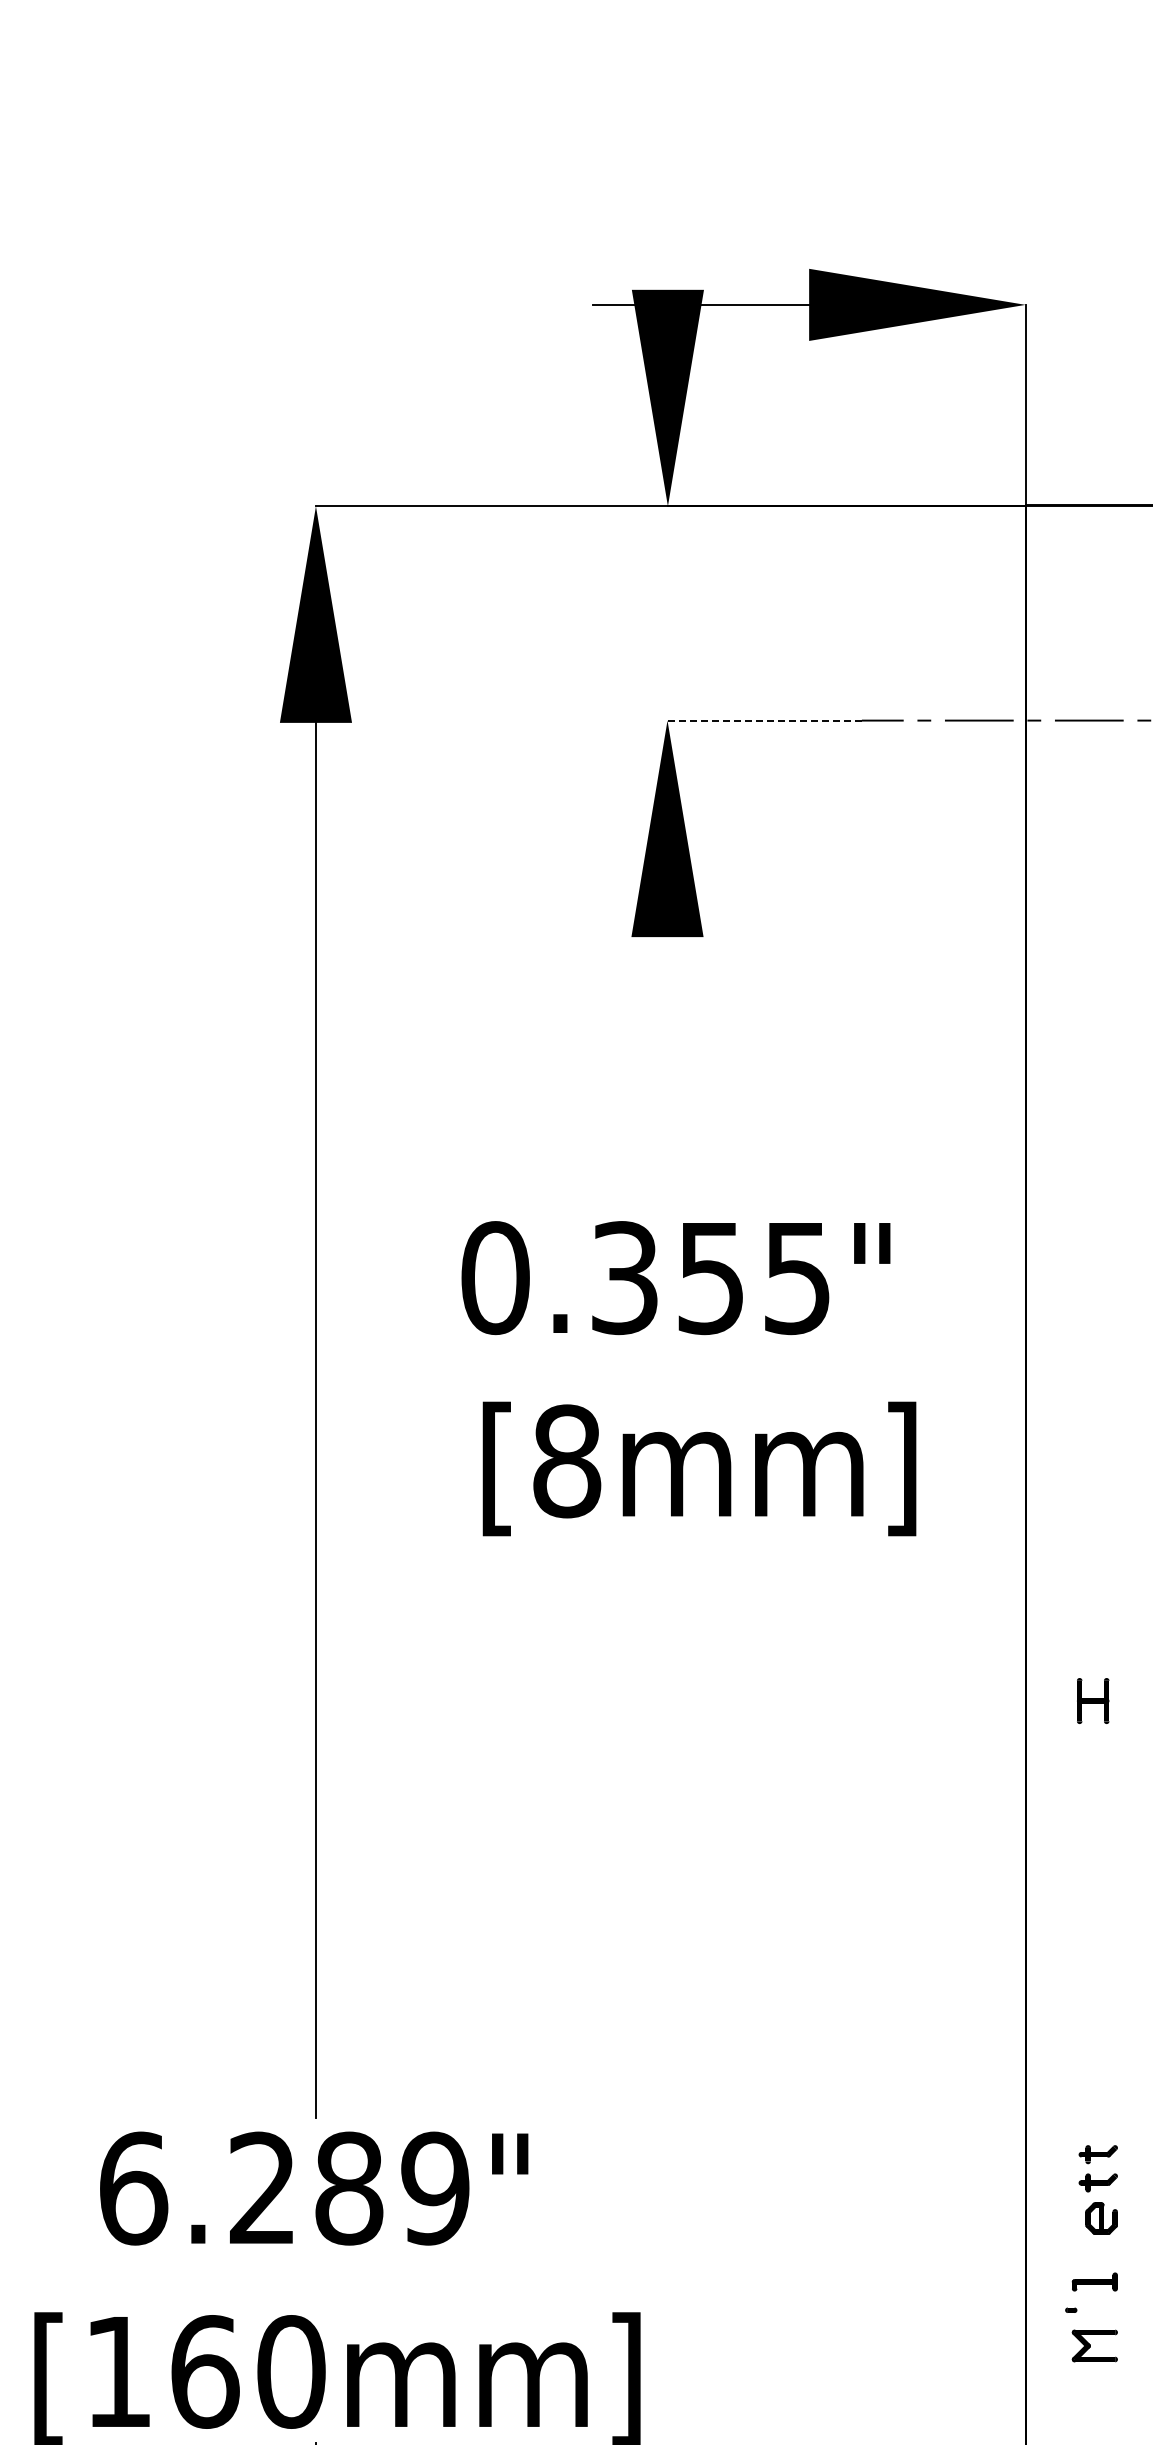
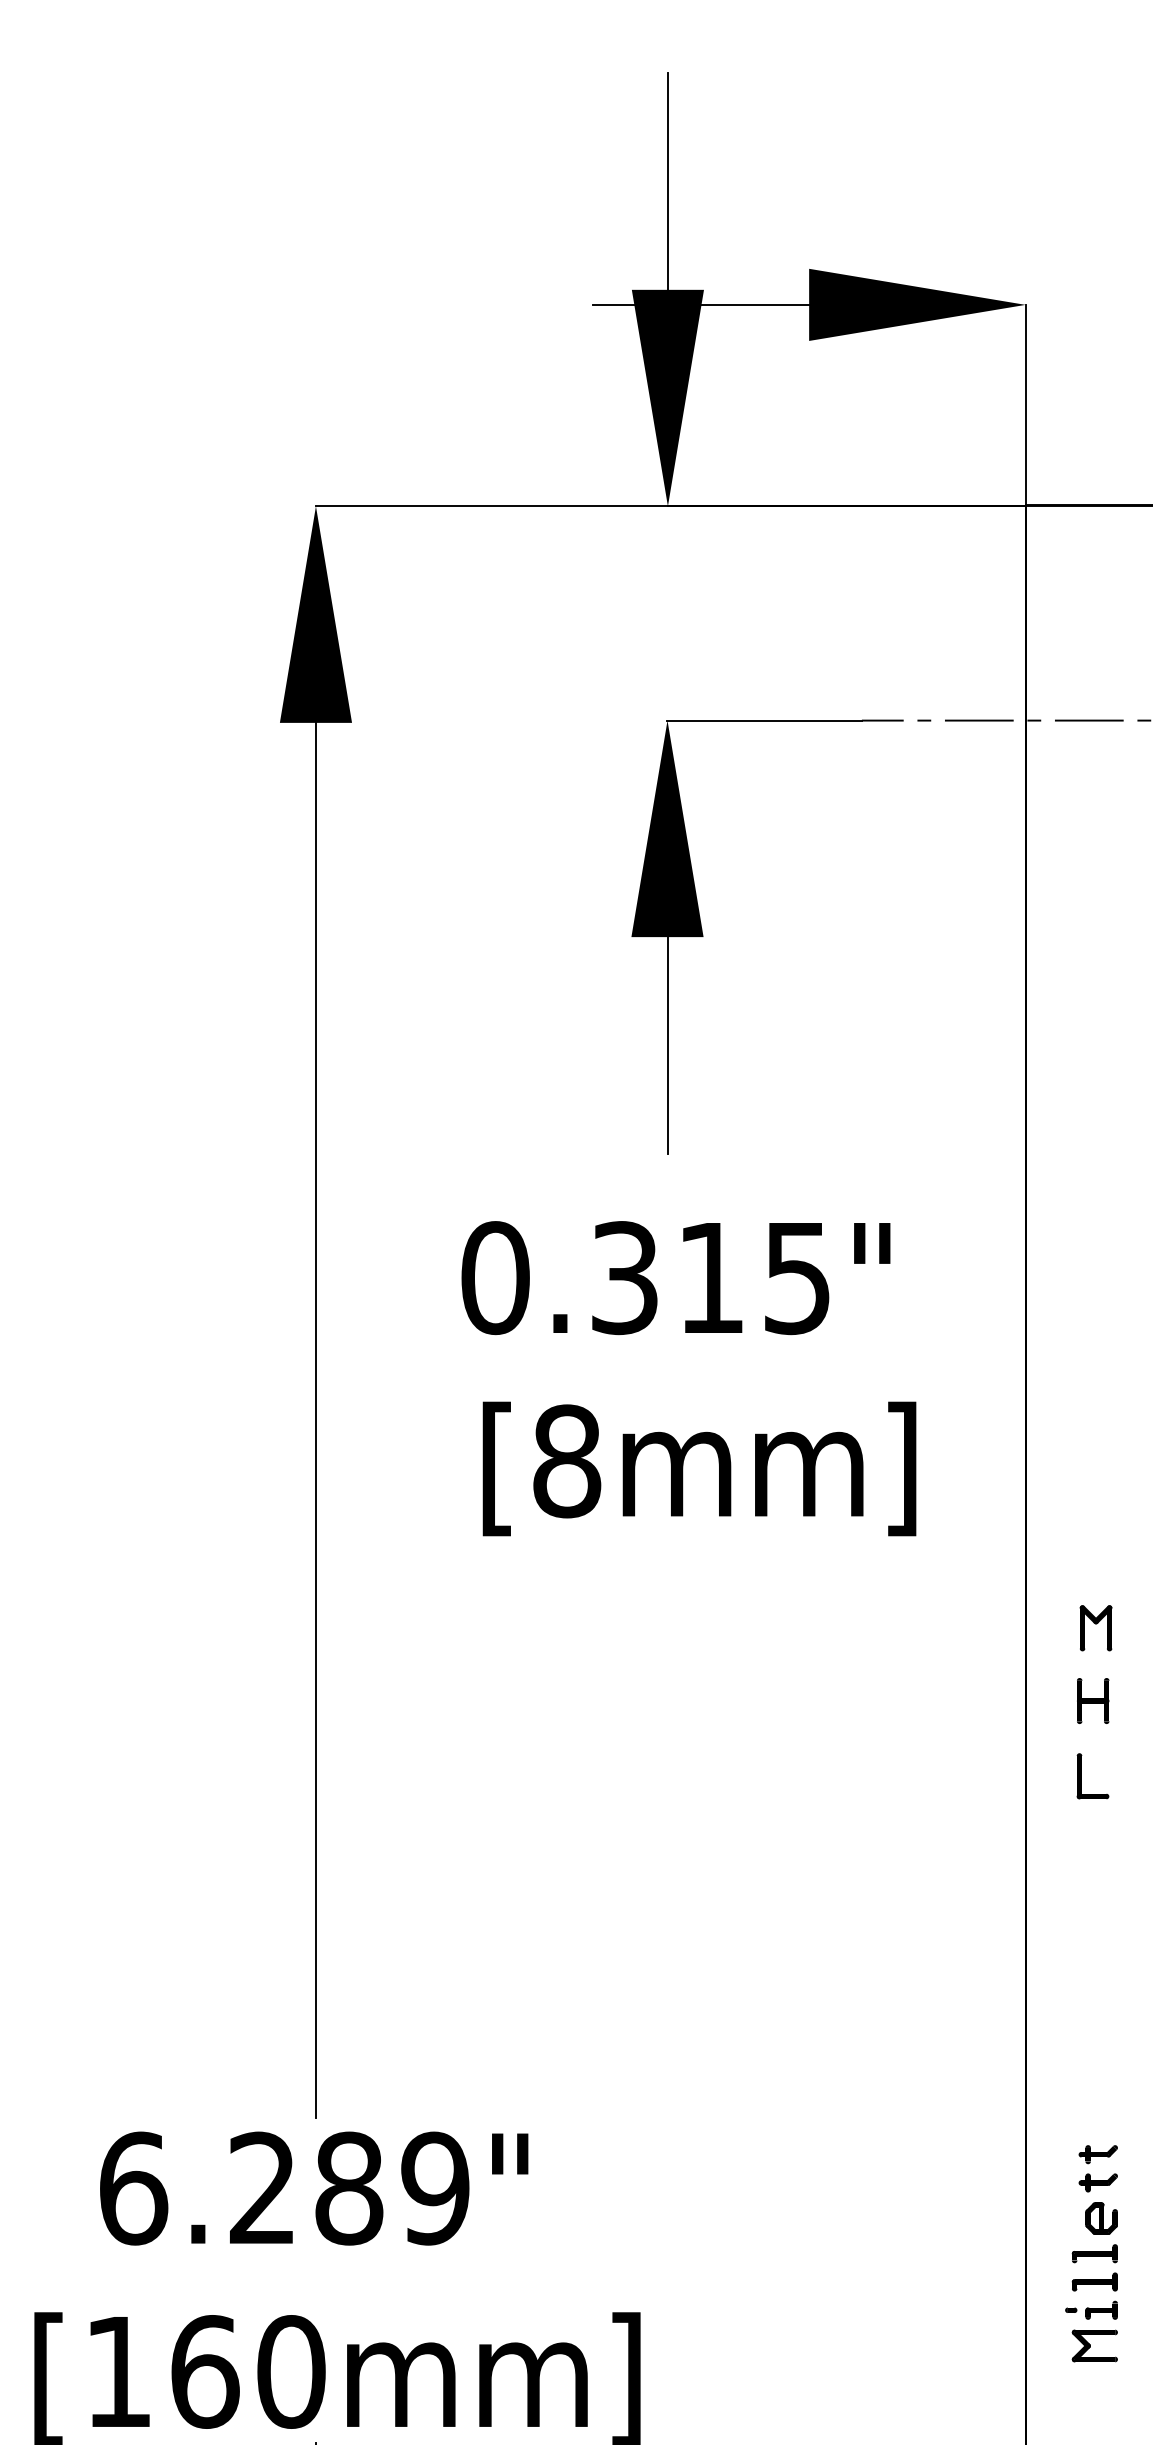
line at (667, 181): none -> present
line at (764, 720): dashed -> solid
line at (667, 1045): none -> present
text at (710, 1279): 0.355" -> 0.315"
part at (1095, 1628): none -> present
part at (1081, 1776): none -> present
part at (1094, 2253): none -> present
part at (1101, 2309): none -> present
